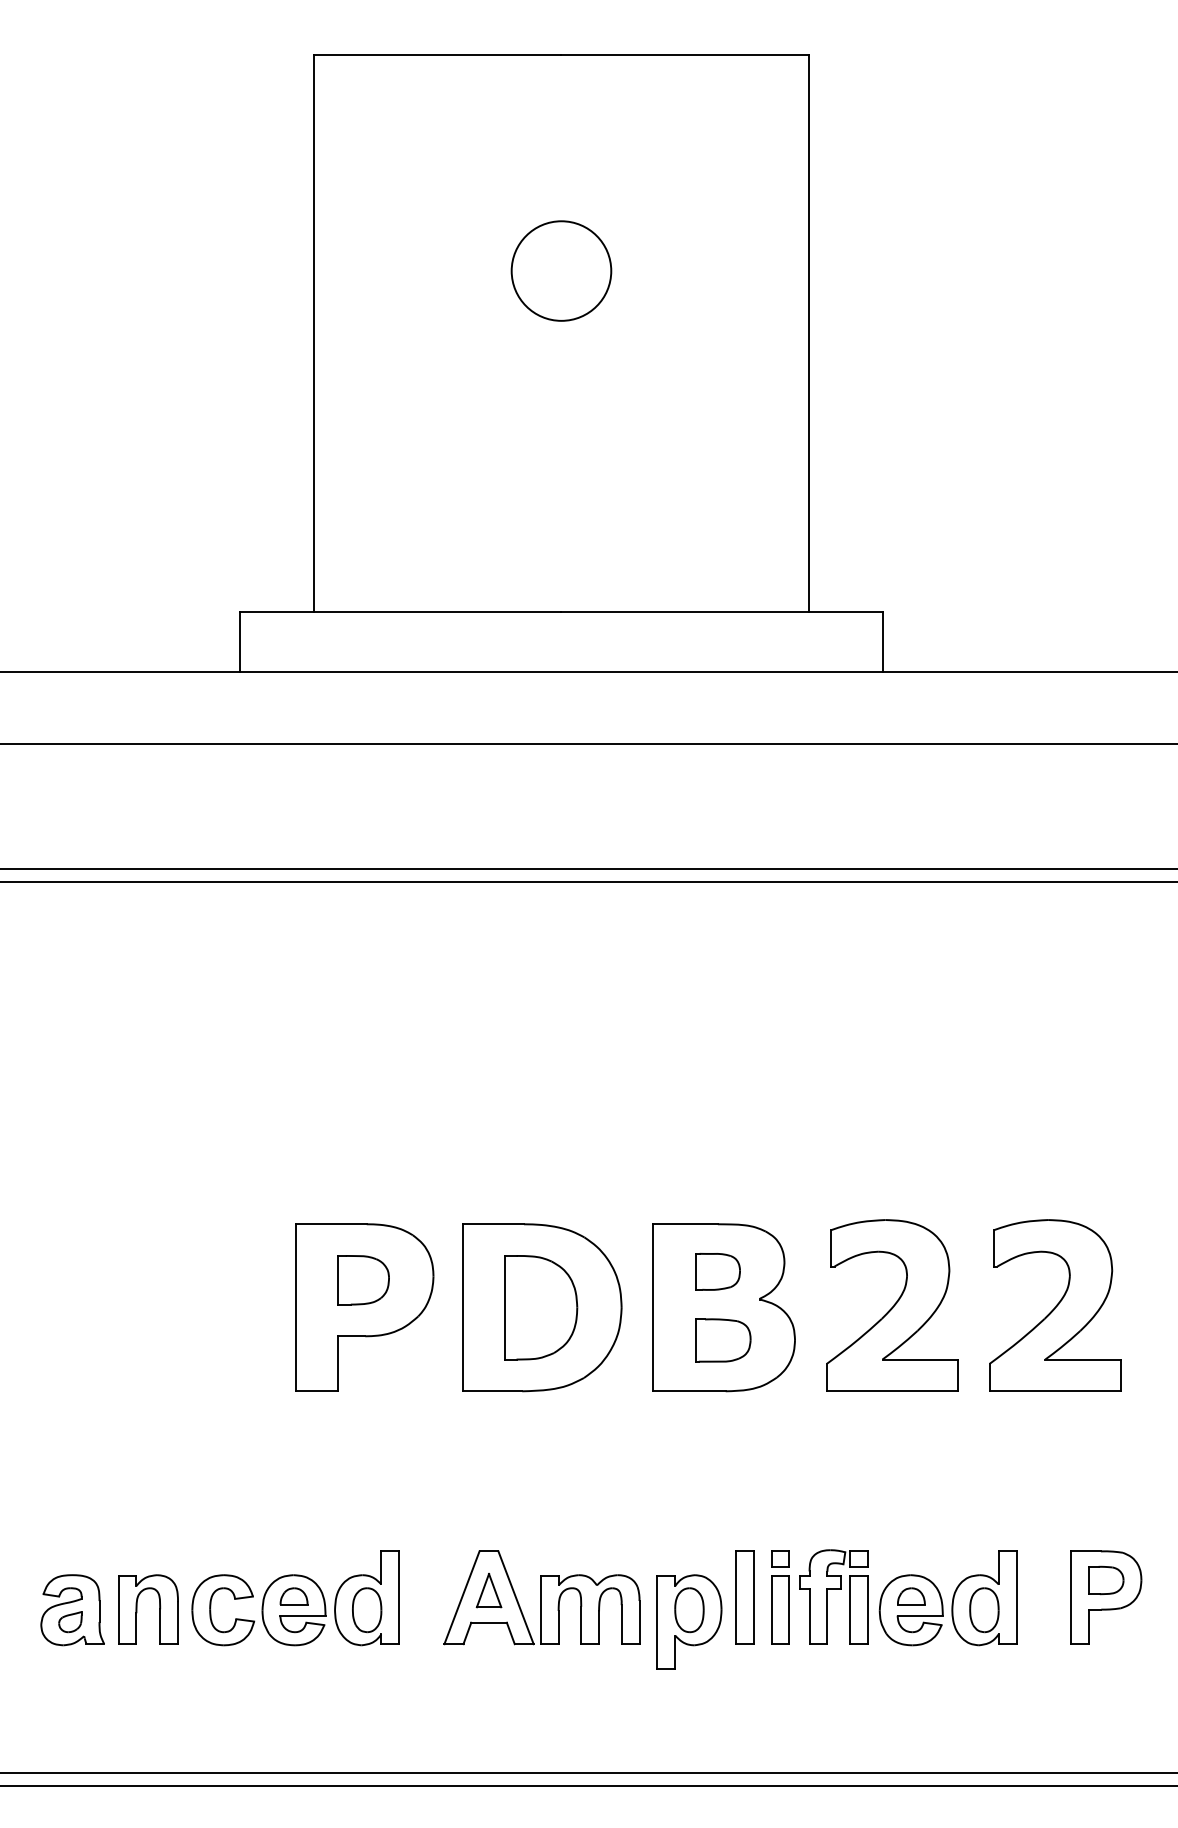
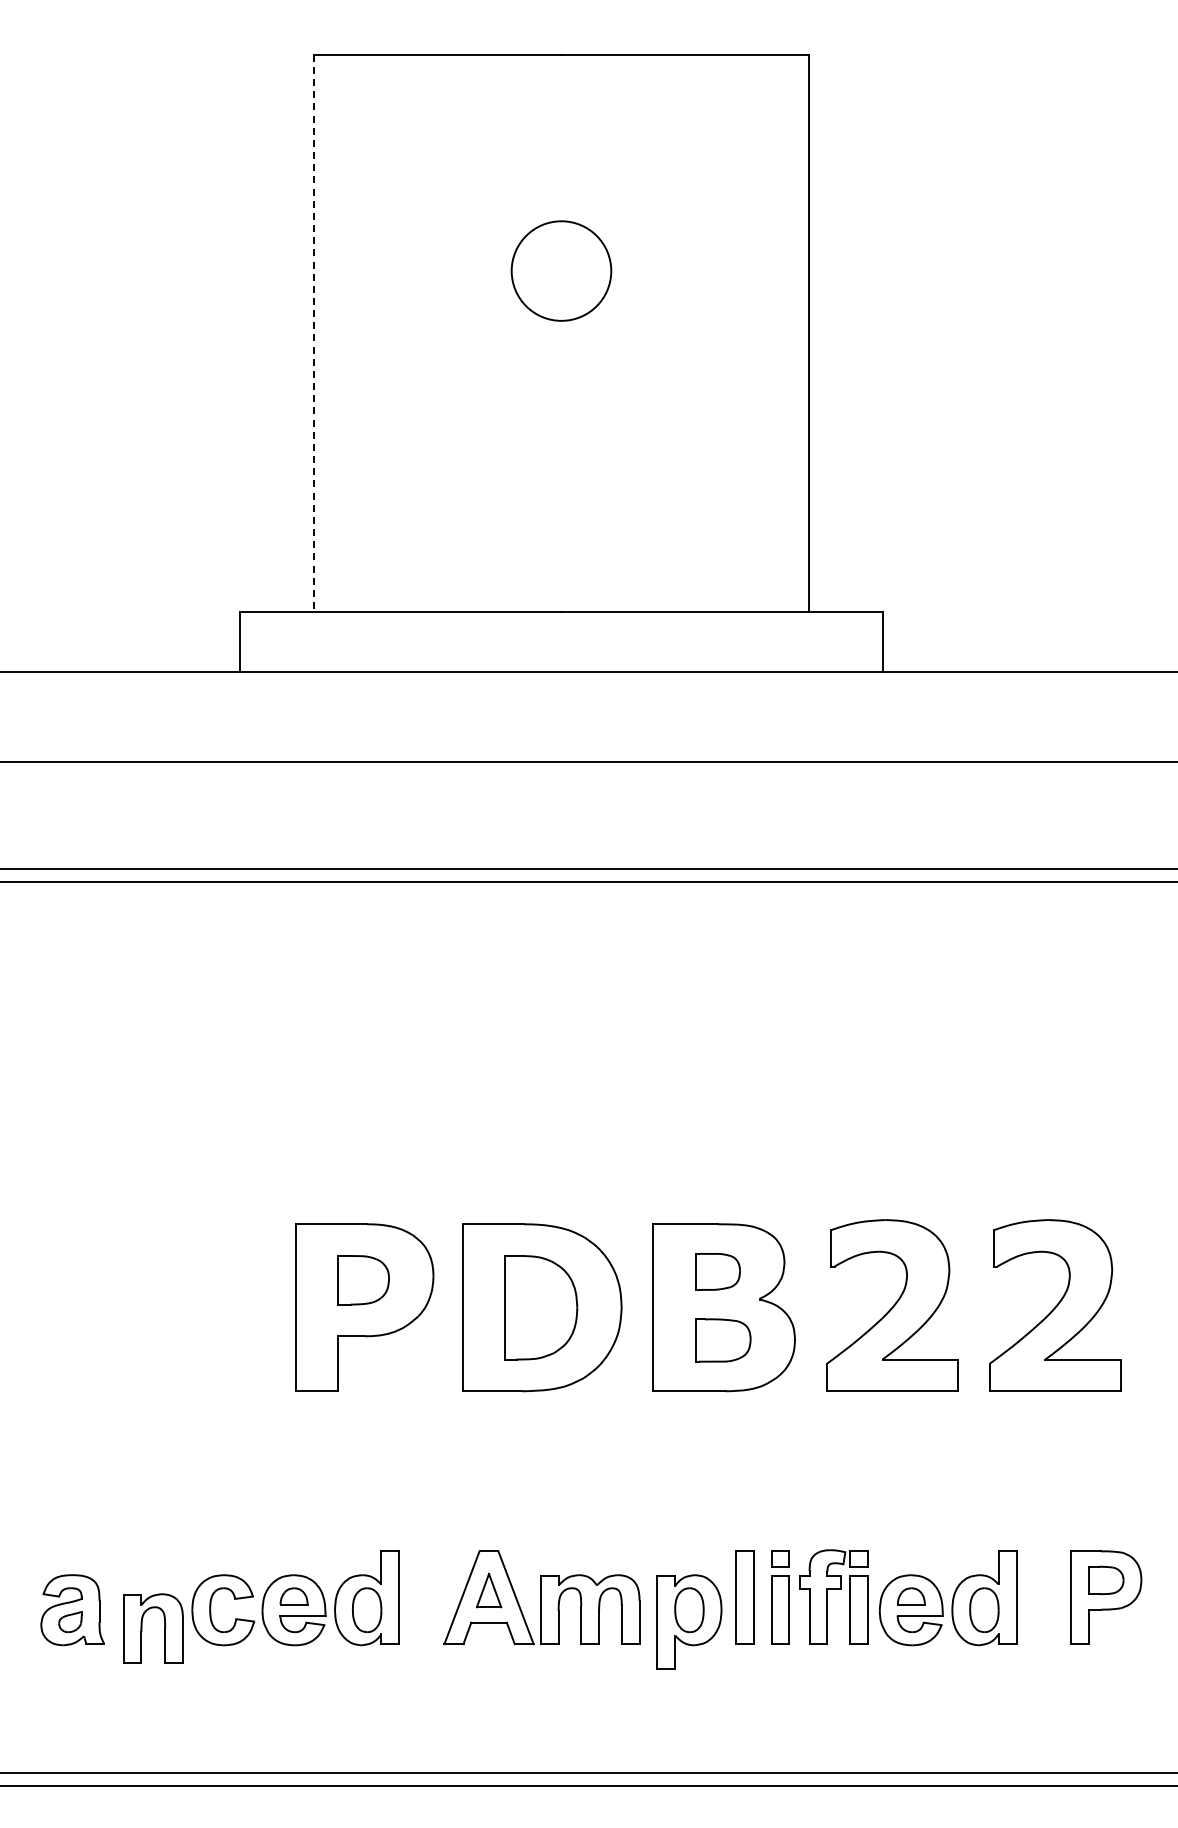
line at (313, 333): solid -> dashed
line at (588, 744) position: (588, 744) -> (588, 762)
part at (137, 1609) position: (137, 1609) -> (142, 1628)
